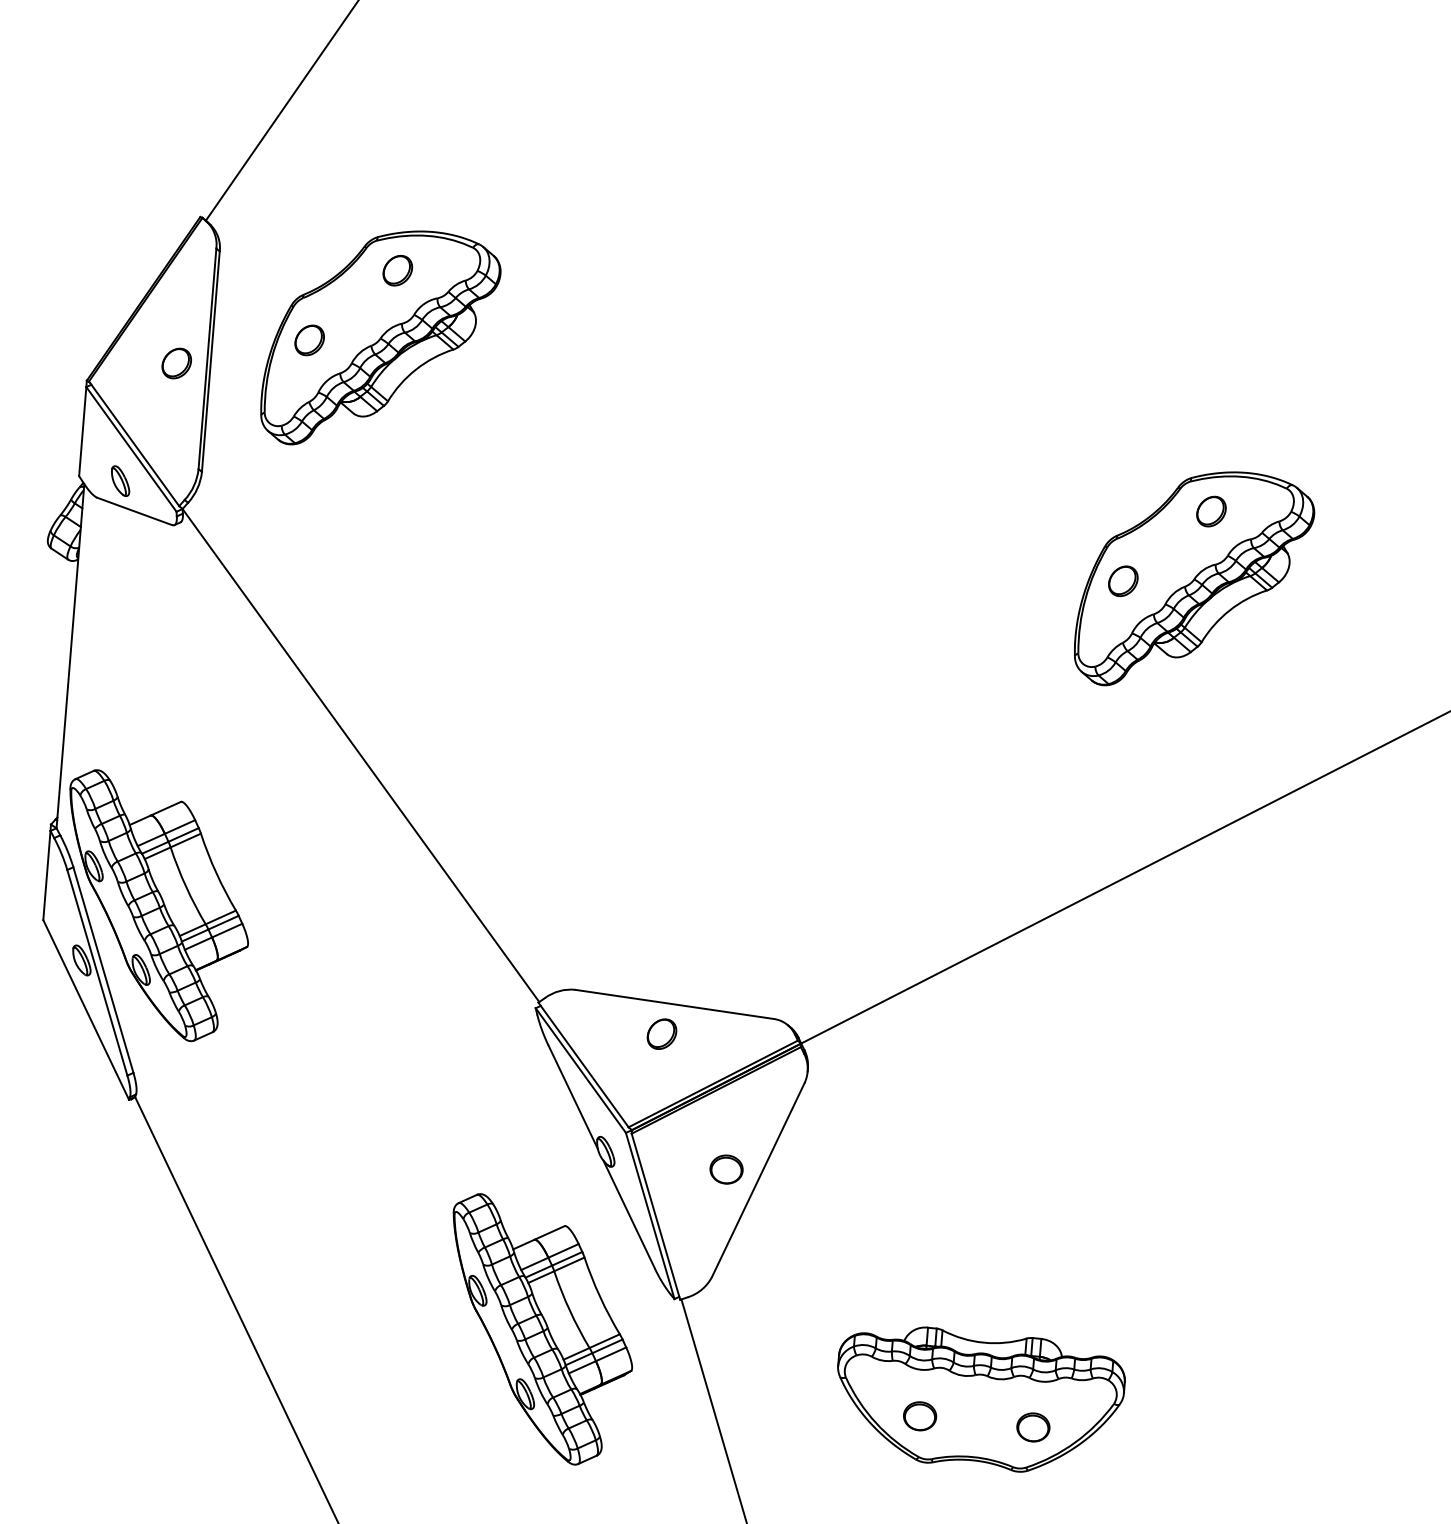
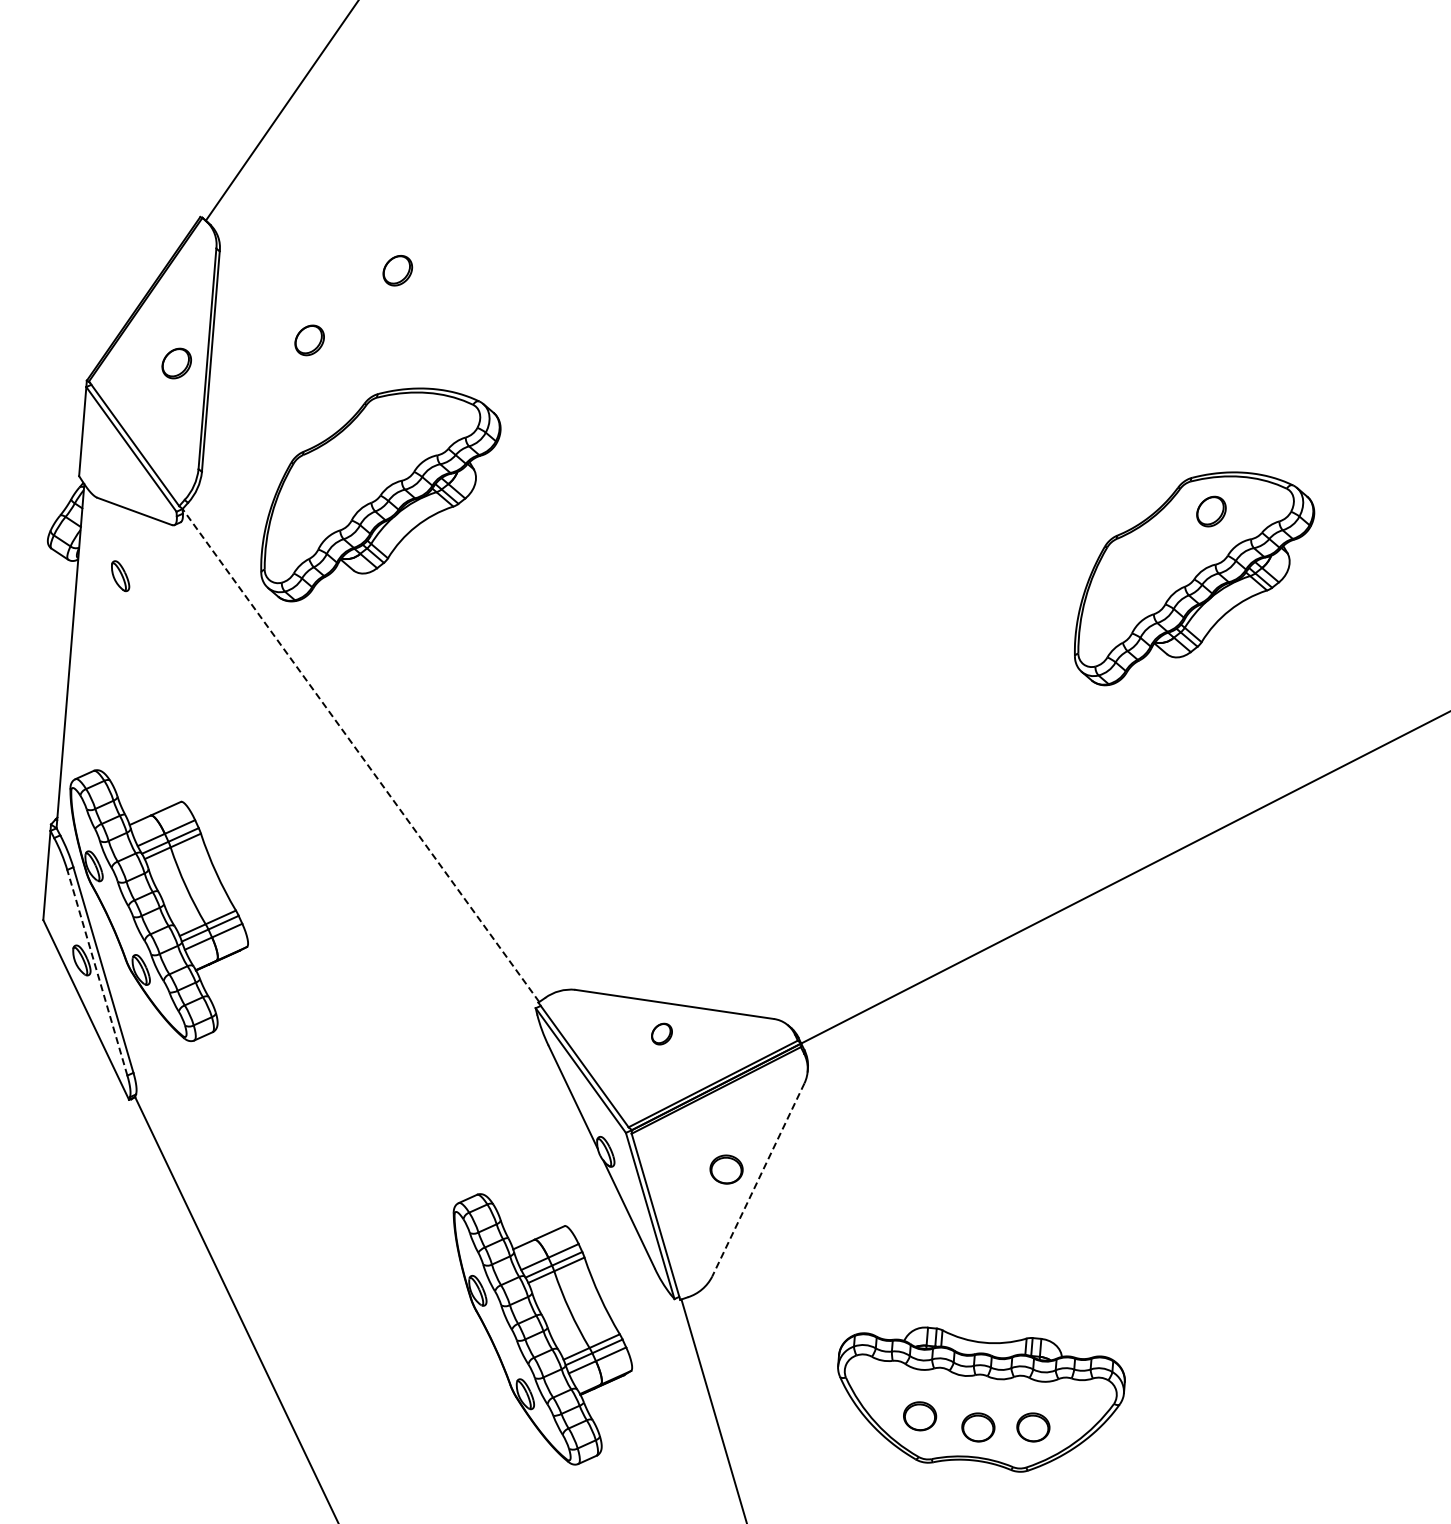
part at (380, 337) position: (380, 337) -> (380, 494)
part at (120, 481) position: (120, 481) -> (120, 576)
part at (1123, 581): present -> none
line at (360, 755): solid -> dashed
line at (97, 972): solid -> dashed
part at (661, 1033) size: 32x32 px -> 22x24 px
line at (758, 1180): solid -> dashed
part at (978, 1427): none -> present
